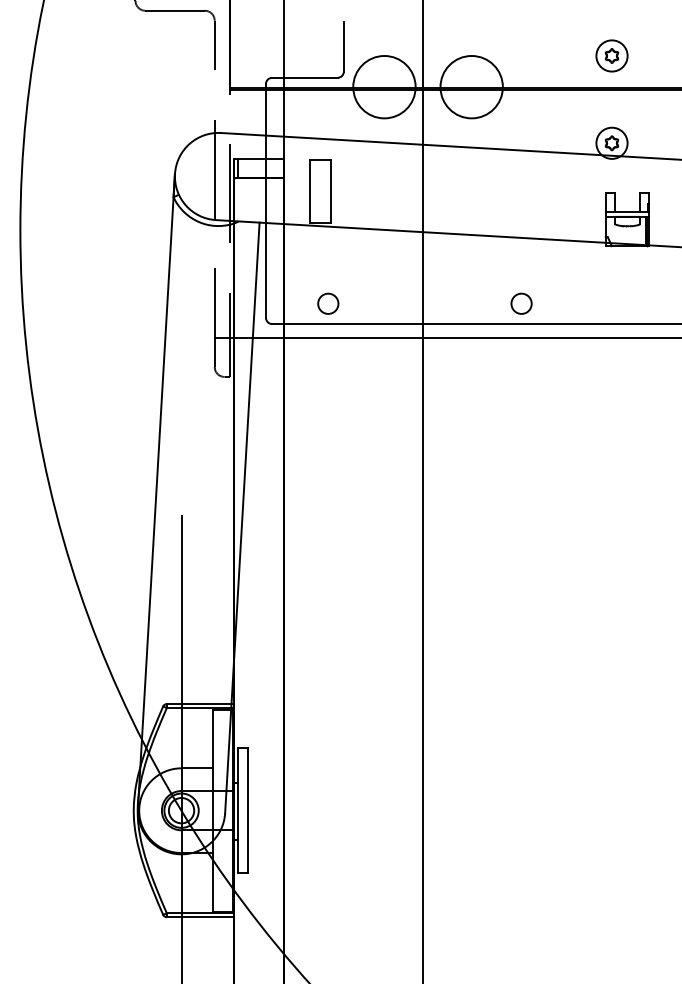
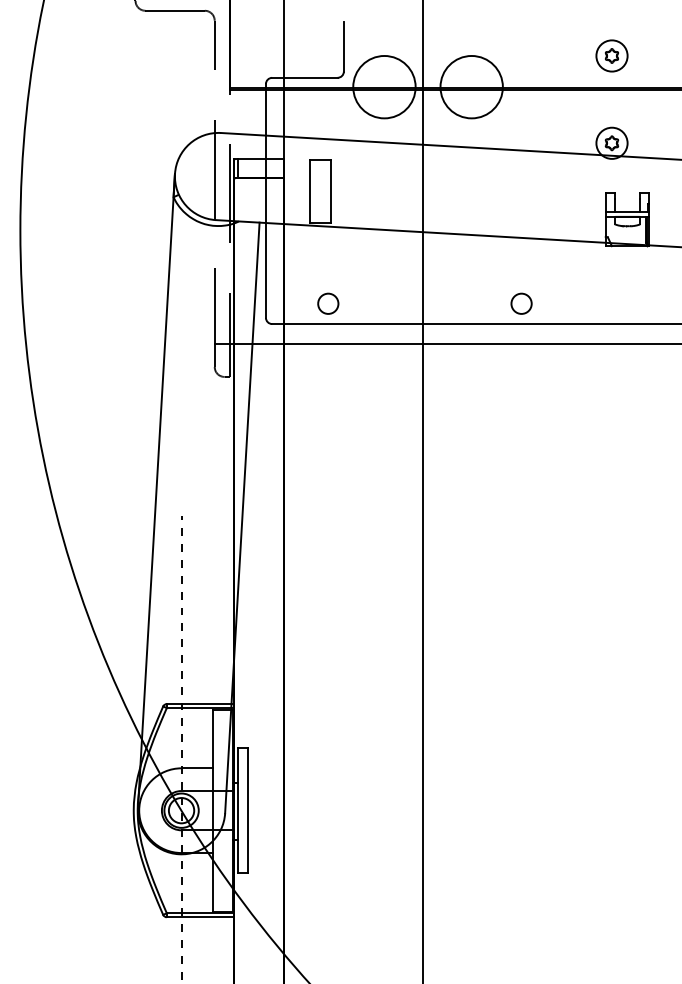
line at (446, 337) position: (446, 337) -> (446, 343)
line at (181, 749): solid -> dashed
